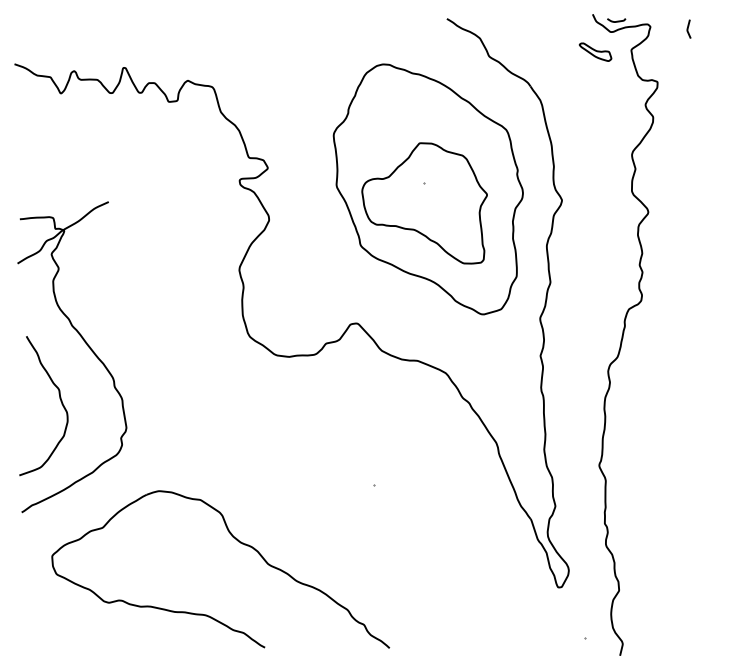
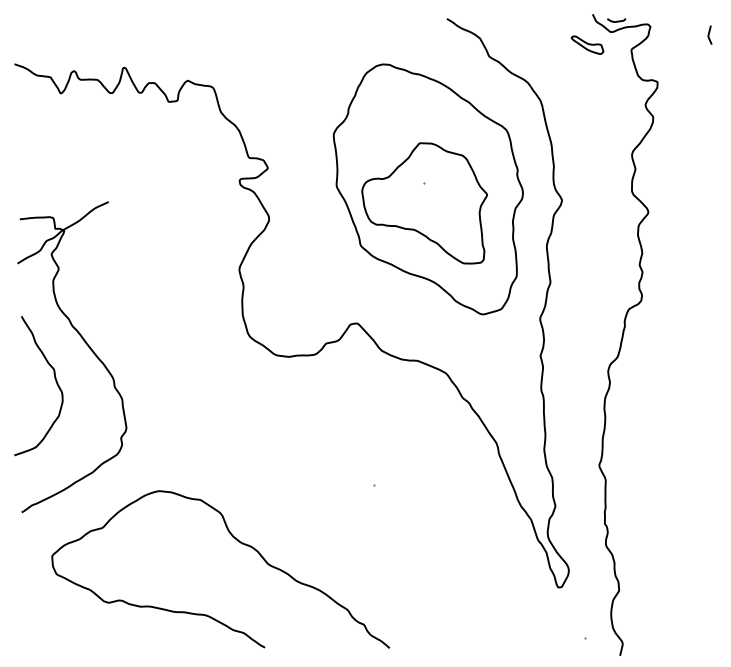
curve at (688, 28) position: (688, 28) -> (709, 34)
part at (595, 51) position: (595, 51) -> (587, 44)
curve at (60, 401) position: (60, 401) -> (55, 381)
